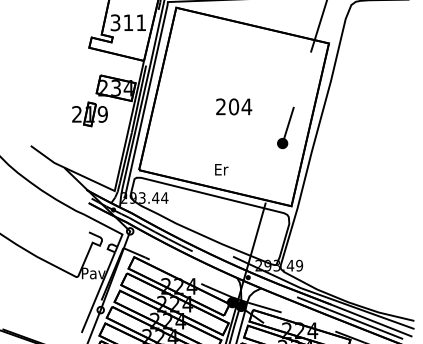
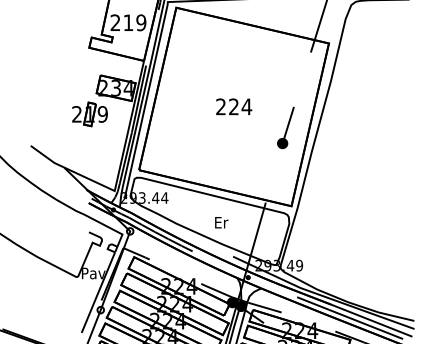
text at (128, 22): 311 -> 219
text at (234, 106): 204 -> 224
text at (221, 169) position: (221, 169) -> (221, 222)
